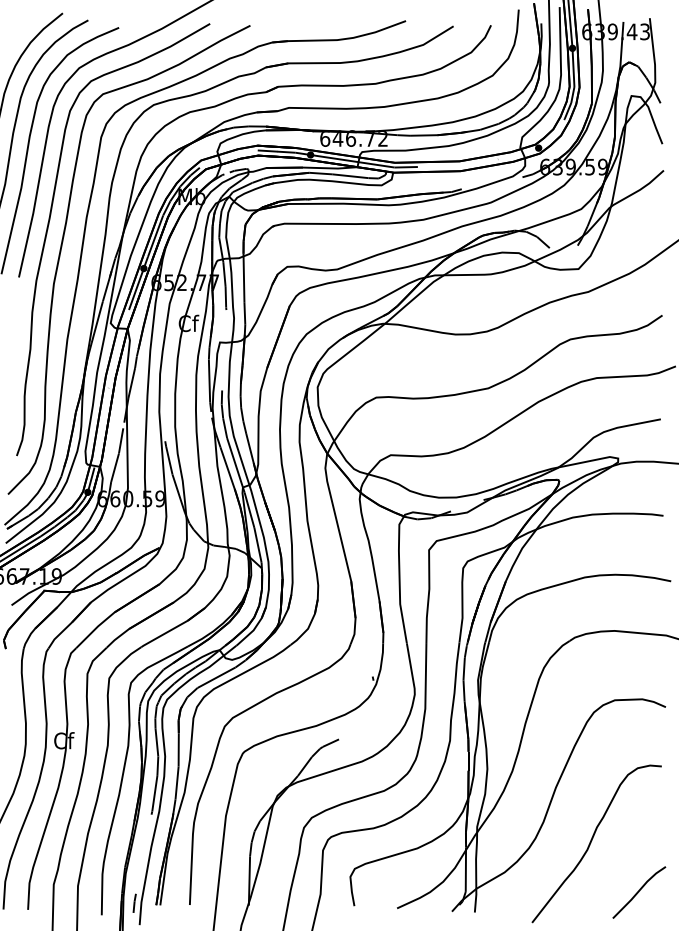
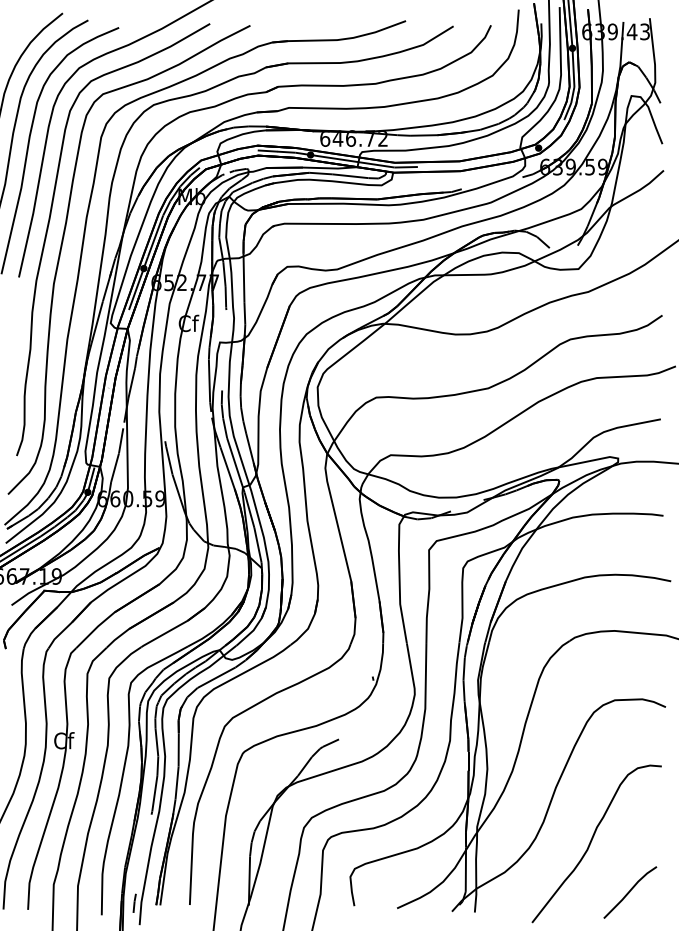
line at (639, 892) position: (639, 892) -> (630, 892)
